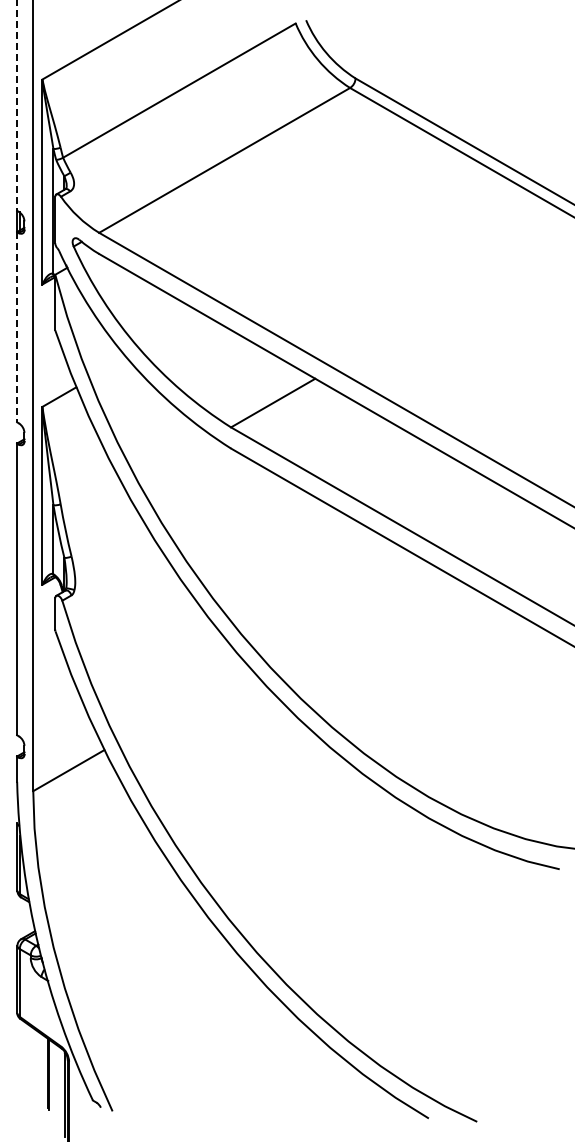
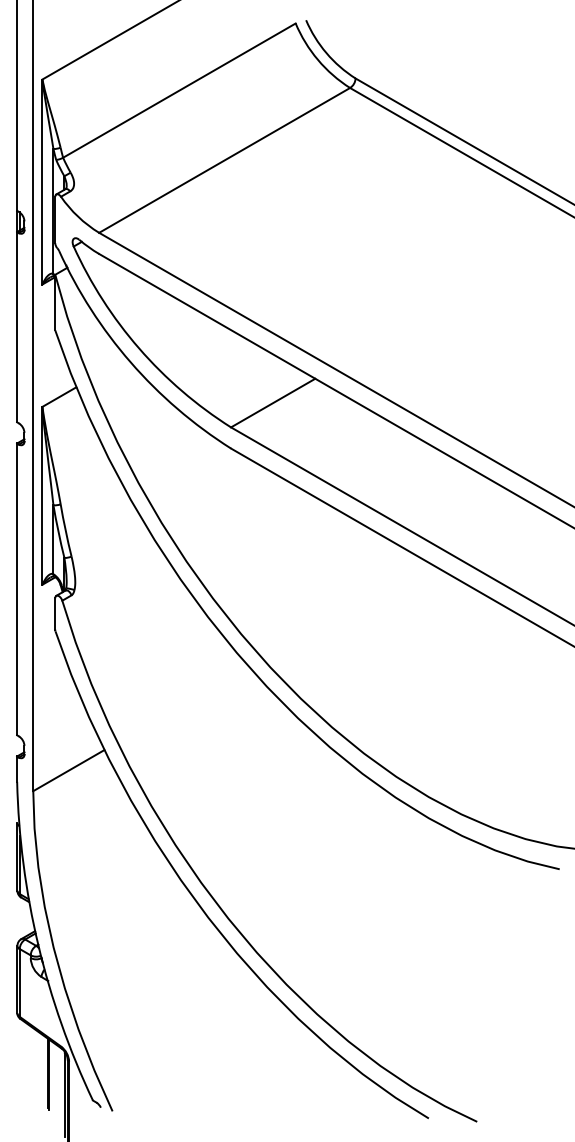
line at (17, 106): dashed -> solid
line at (17, 327): dashed -> solid
